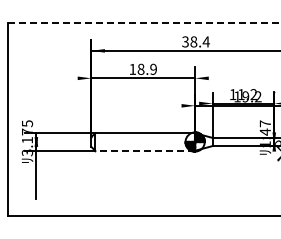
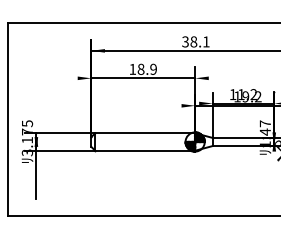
line at (145, 22): dashed -> solid
text at (205, 41): 38.4 -> 38.1
line at (145, 150): dashed -> solid
